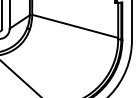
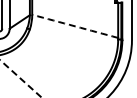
arc at (75, 26): solid -> dashed
line at (21, 78): solid -> dashed
